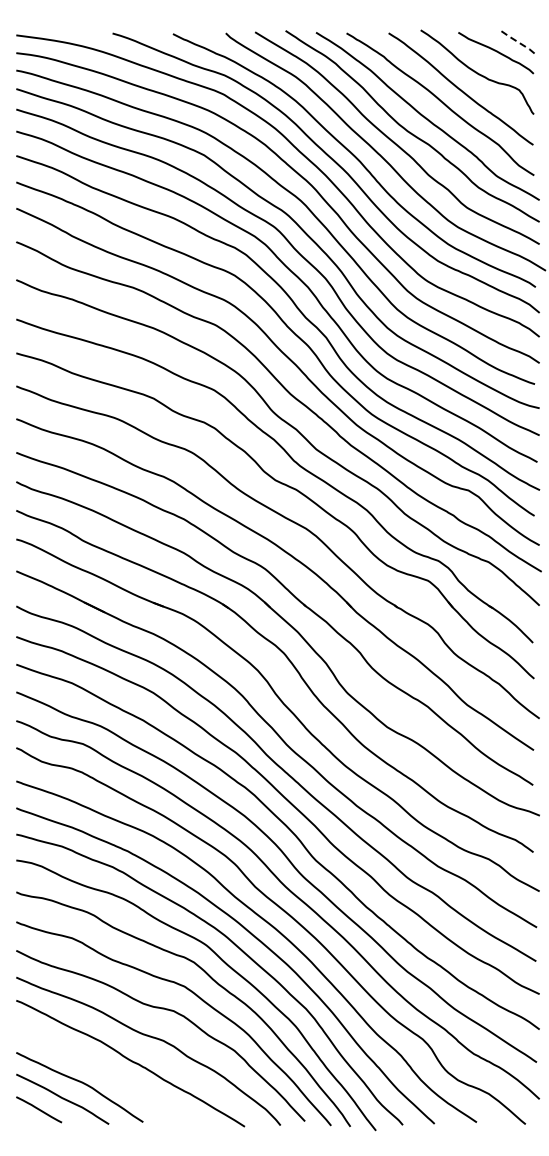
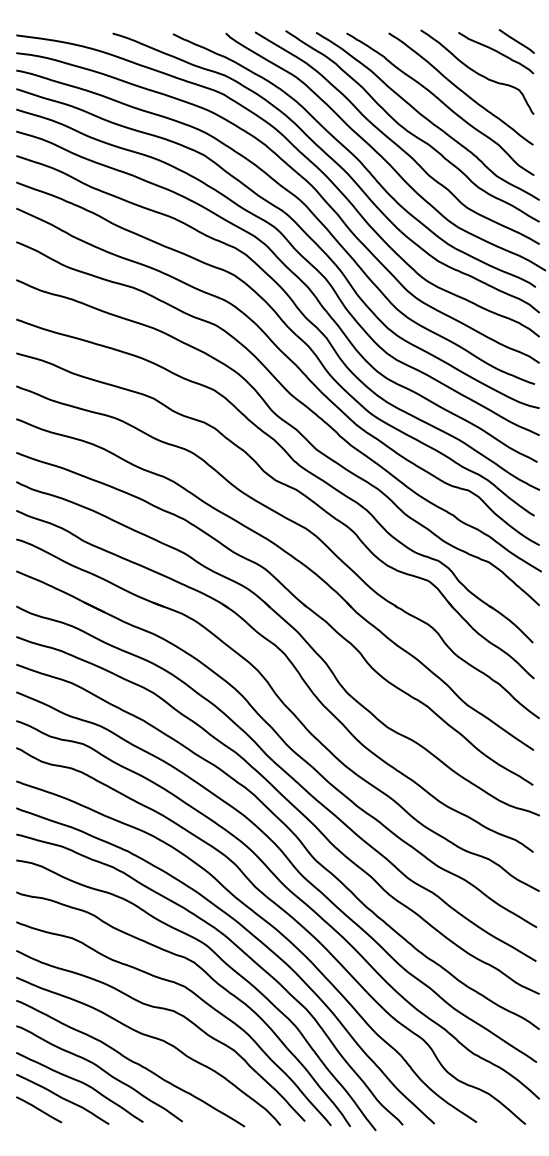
line at (516, 41): dashed -> solid
curve at (101, 1070): none -> present
